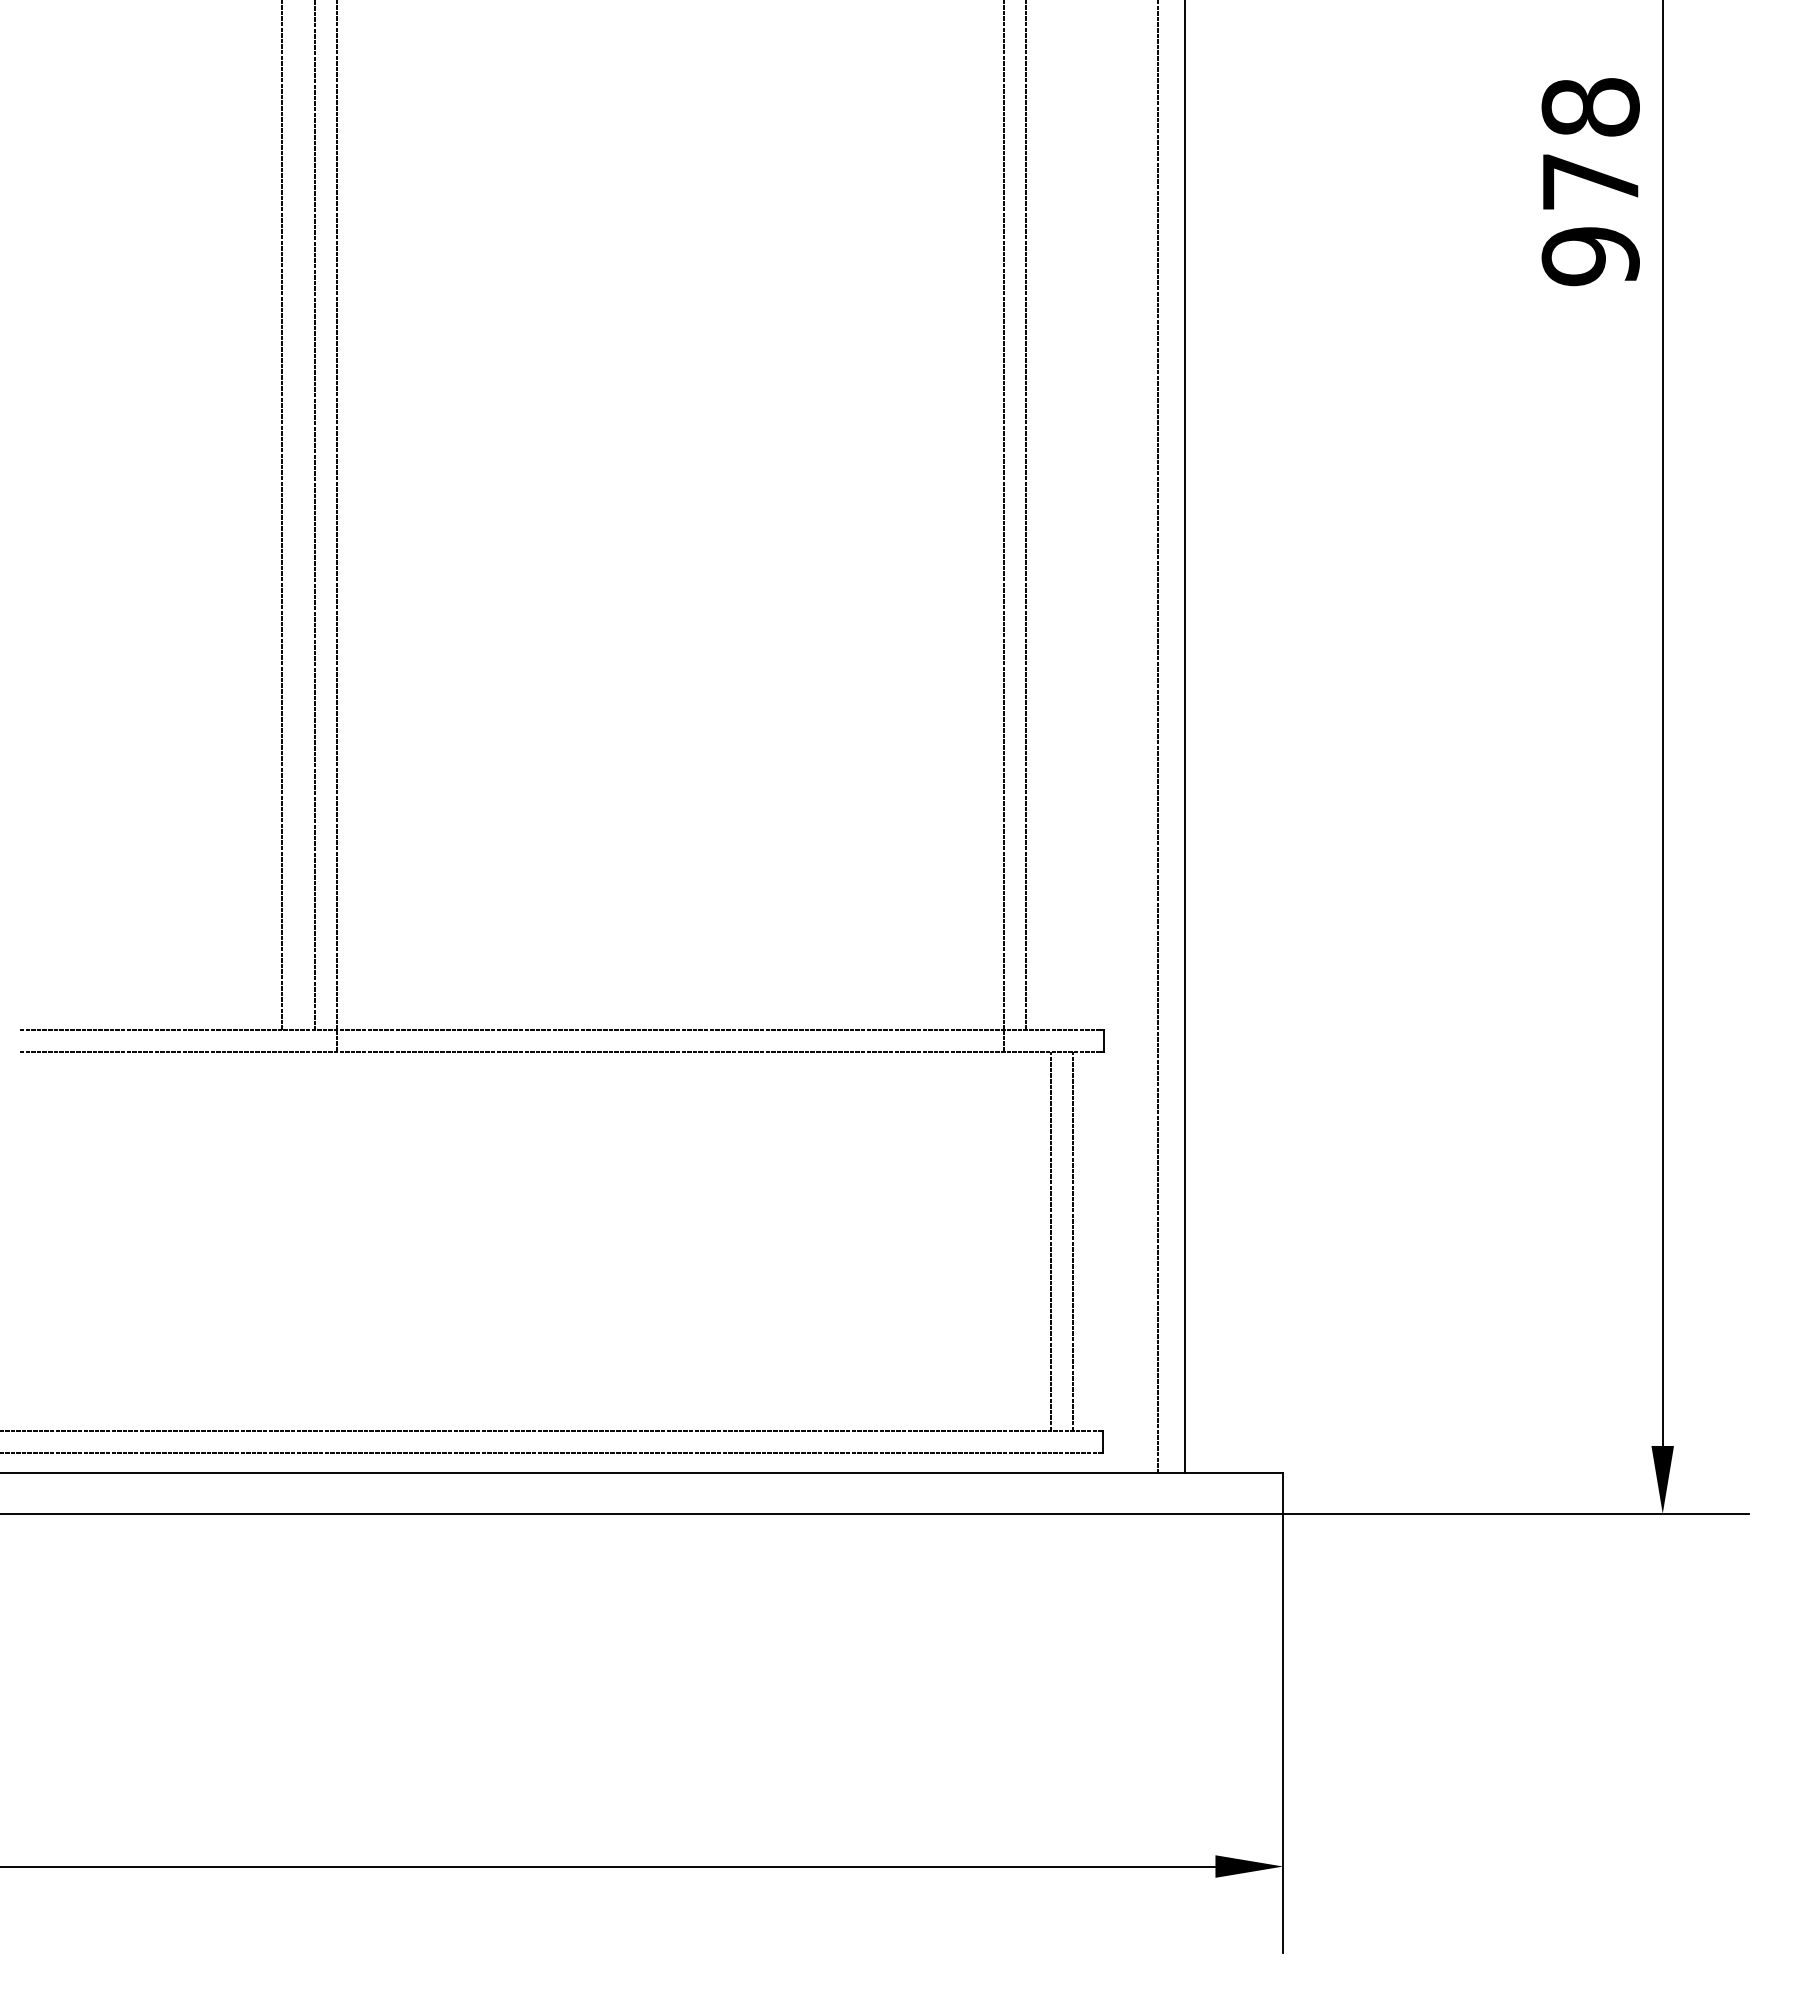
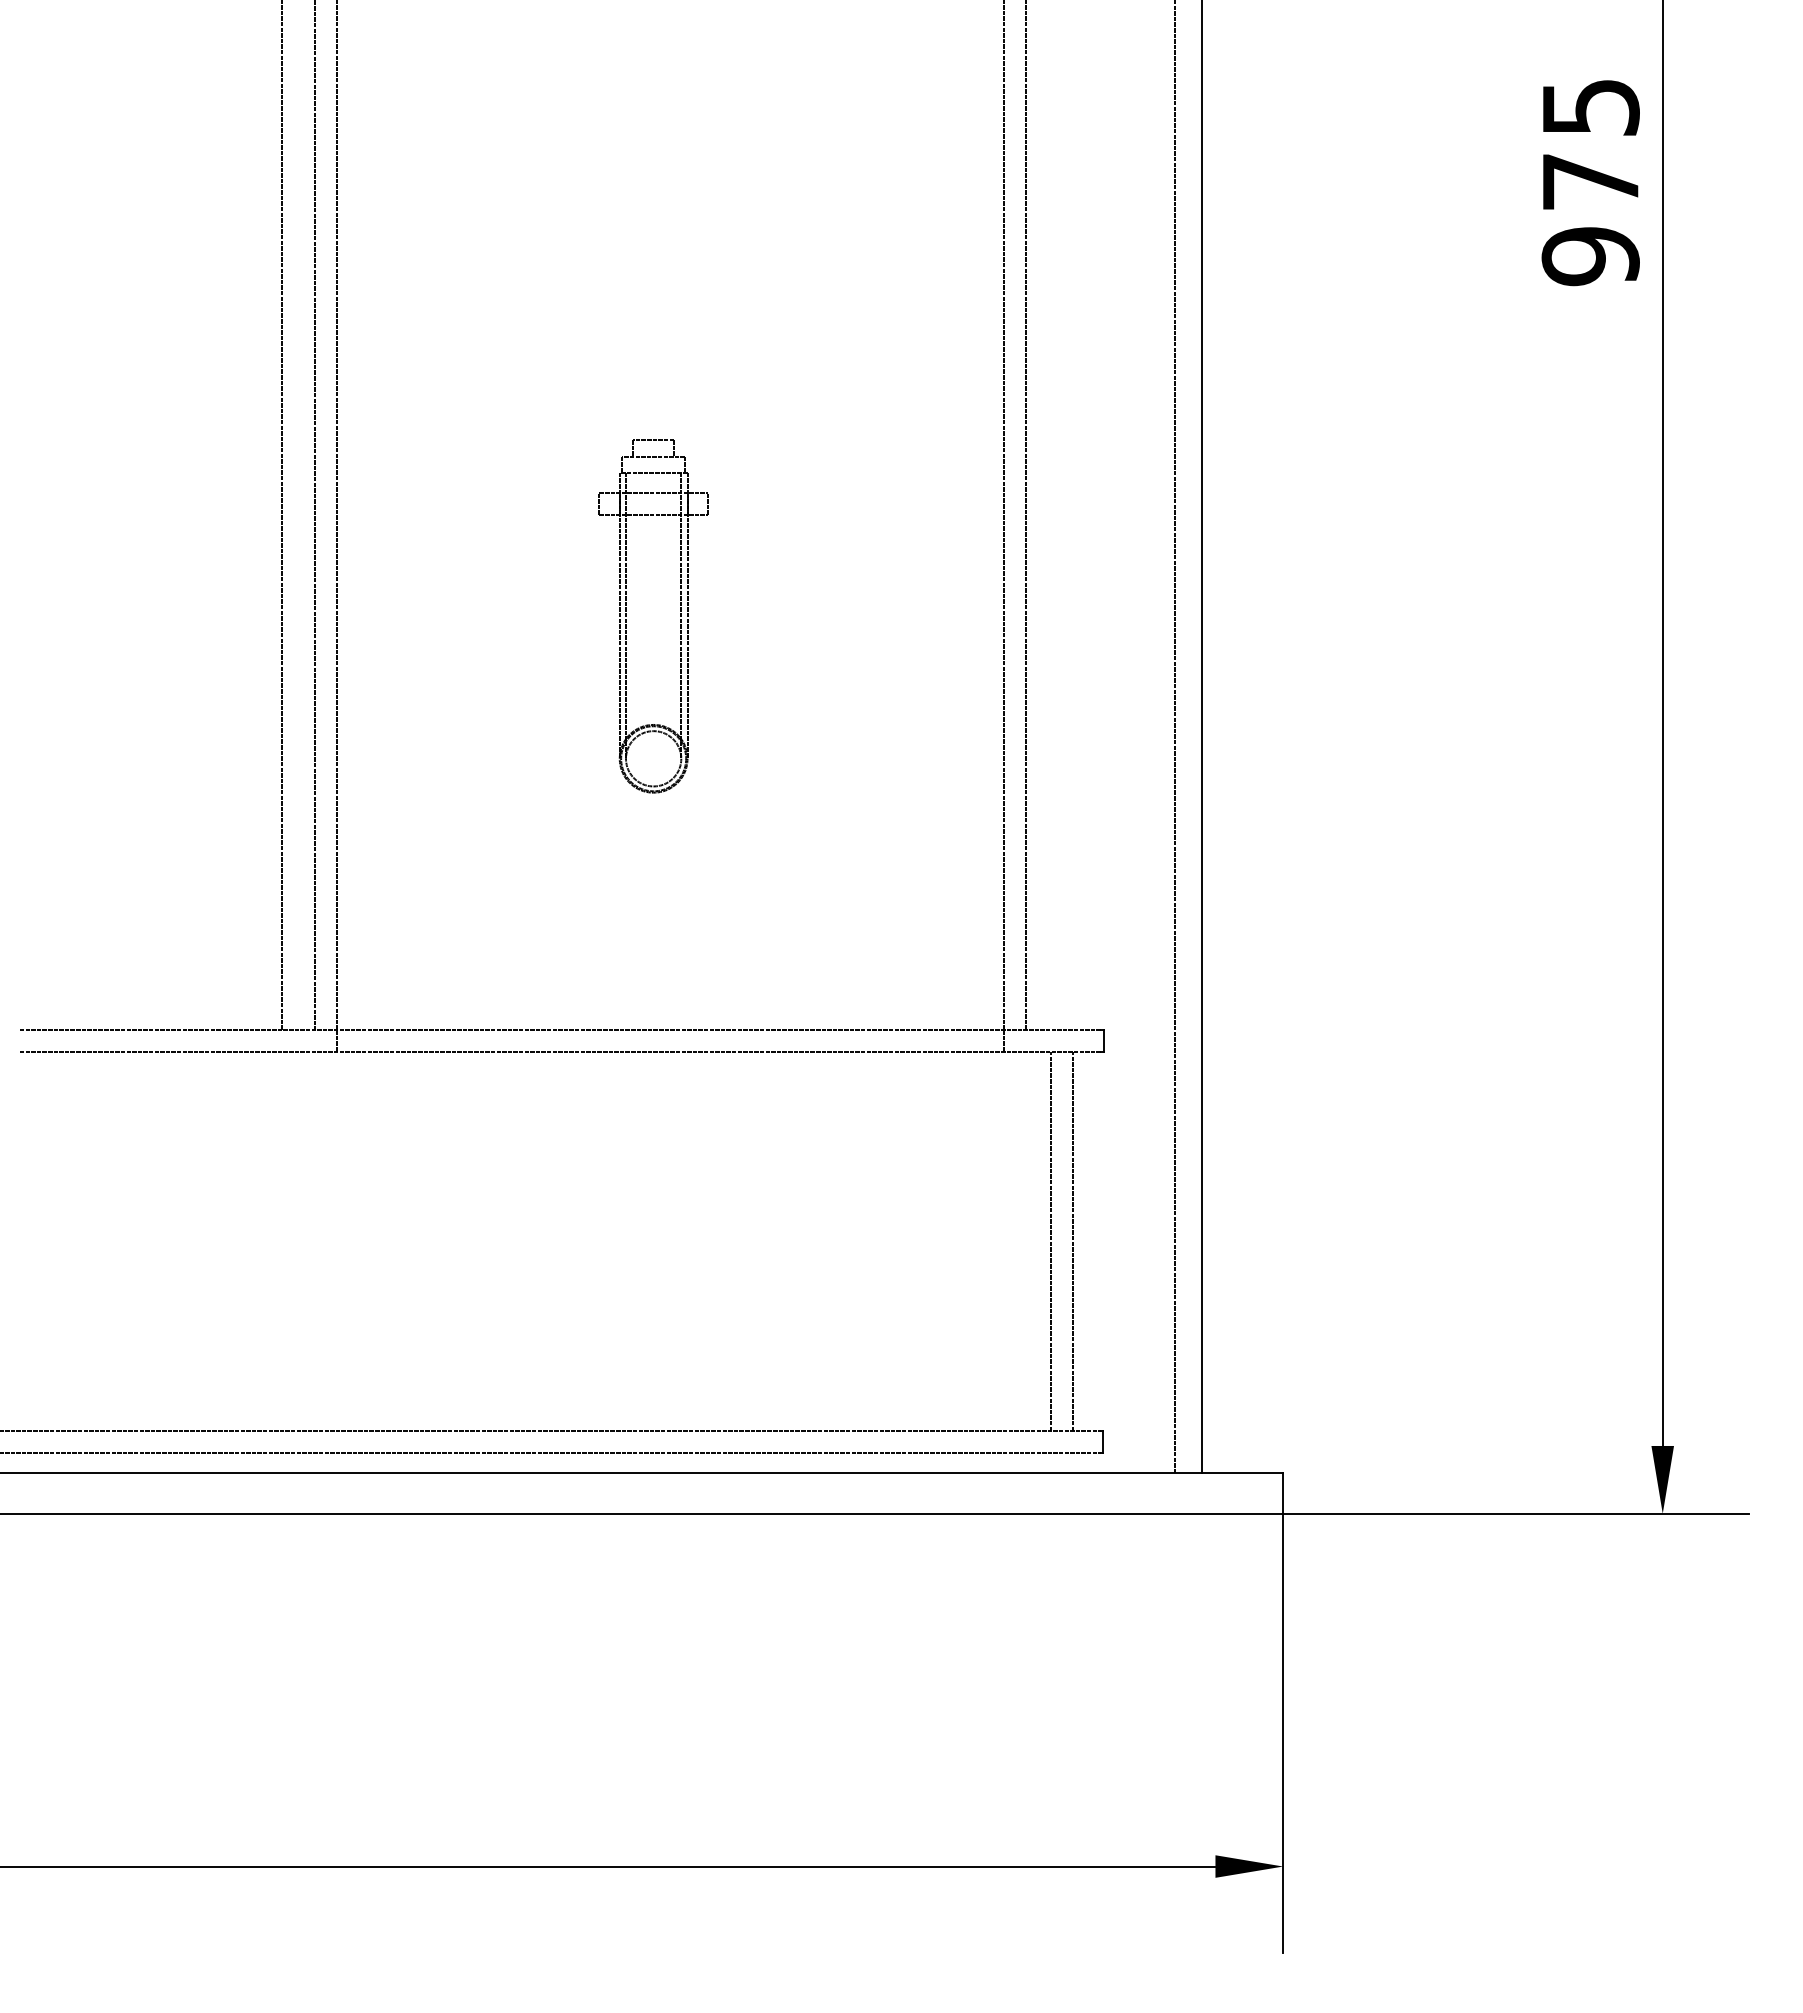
text at (1590, 107): 978 -> 975
part at (626, 616): none -> present
line at (1157, 737) position: (1157, 737) -> (1174, 737)
line at (1184, 737) position: (1184, 737) -> (1201, 737)
